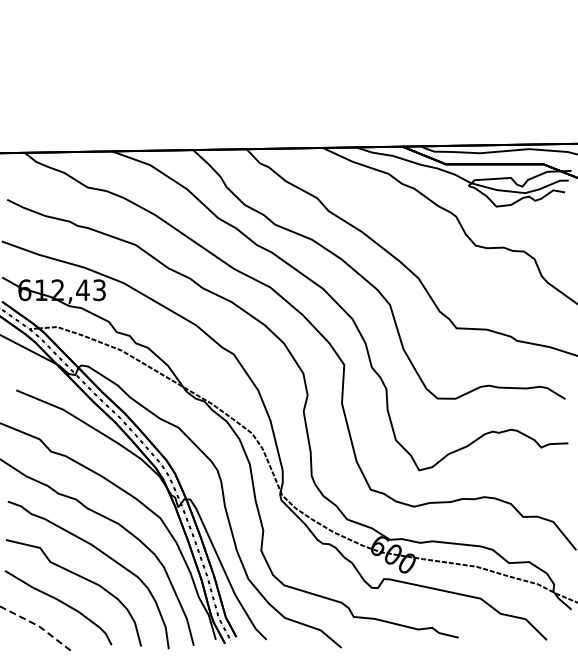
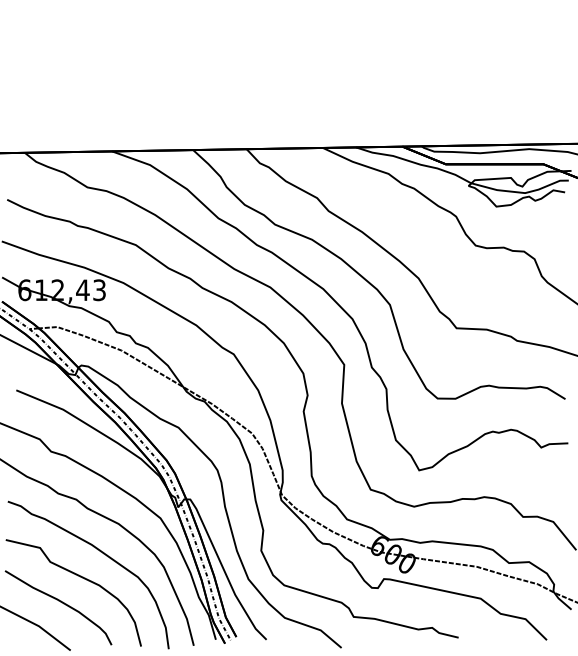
line at (38, 625): dashed -> solid
